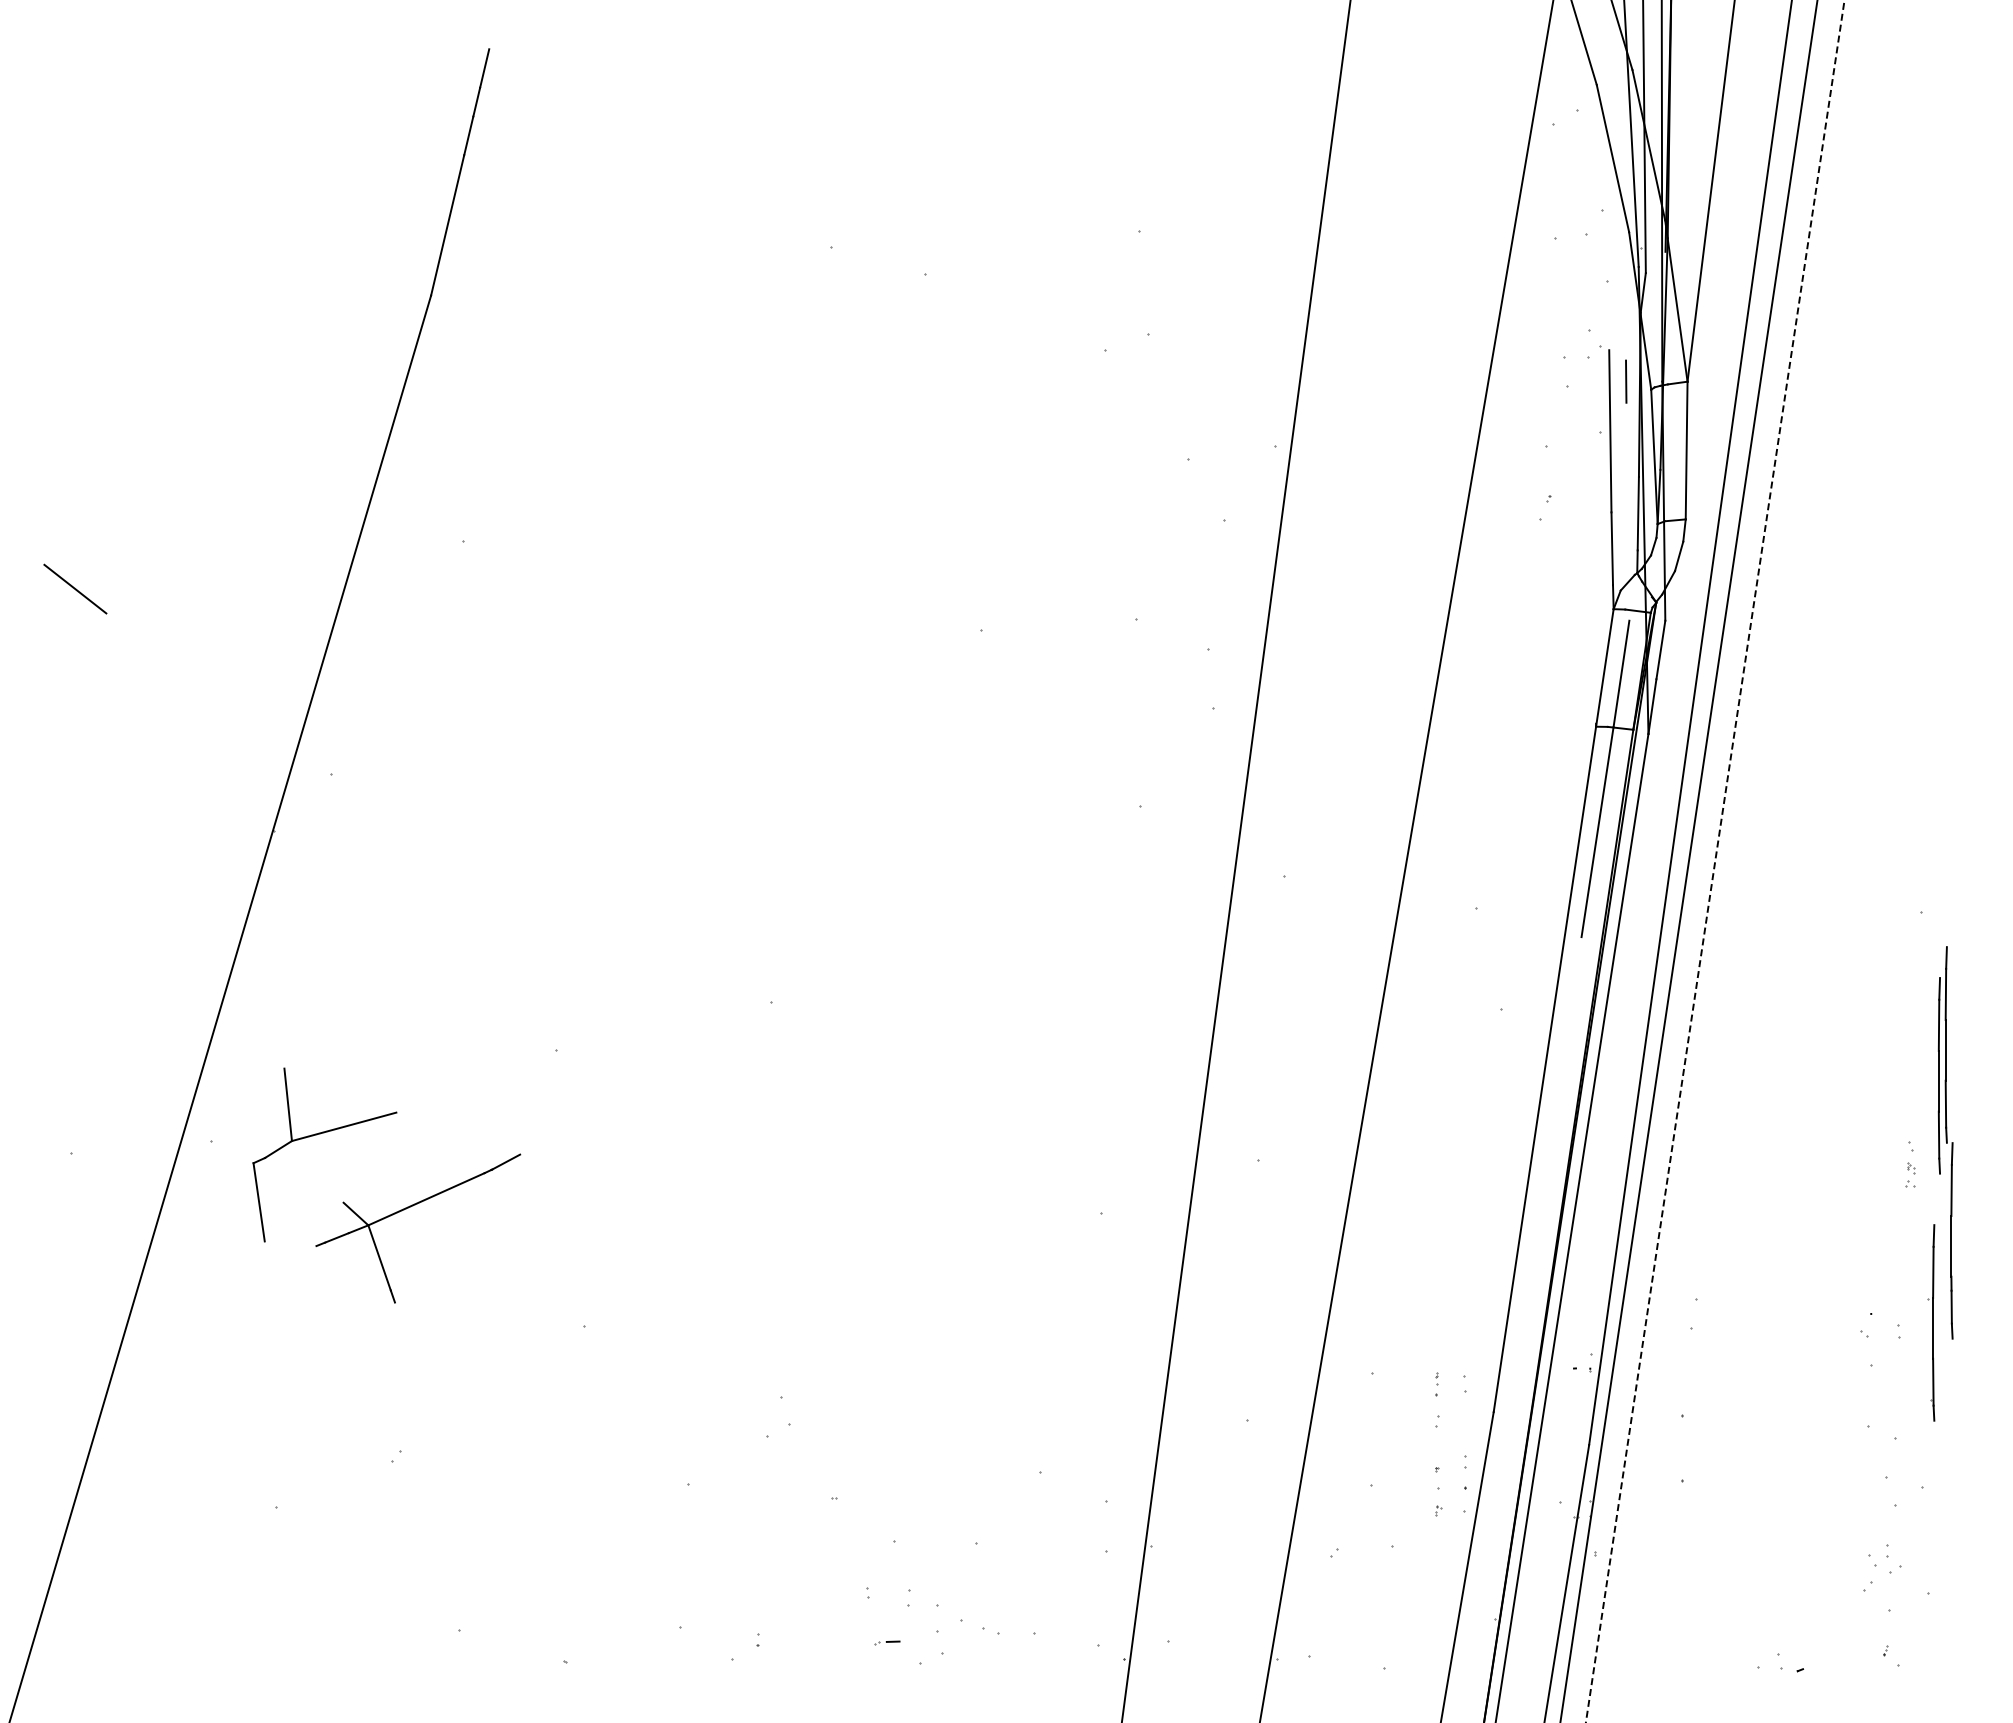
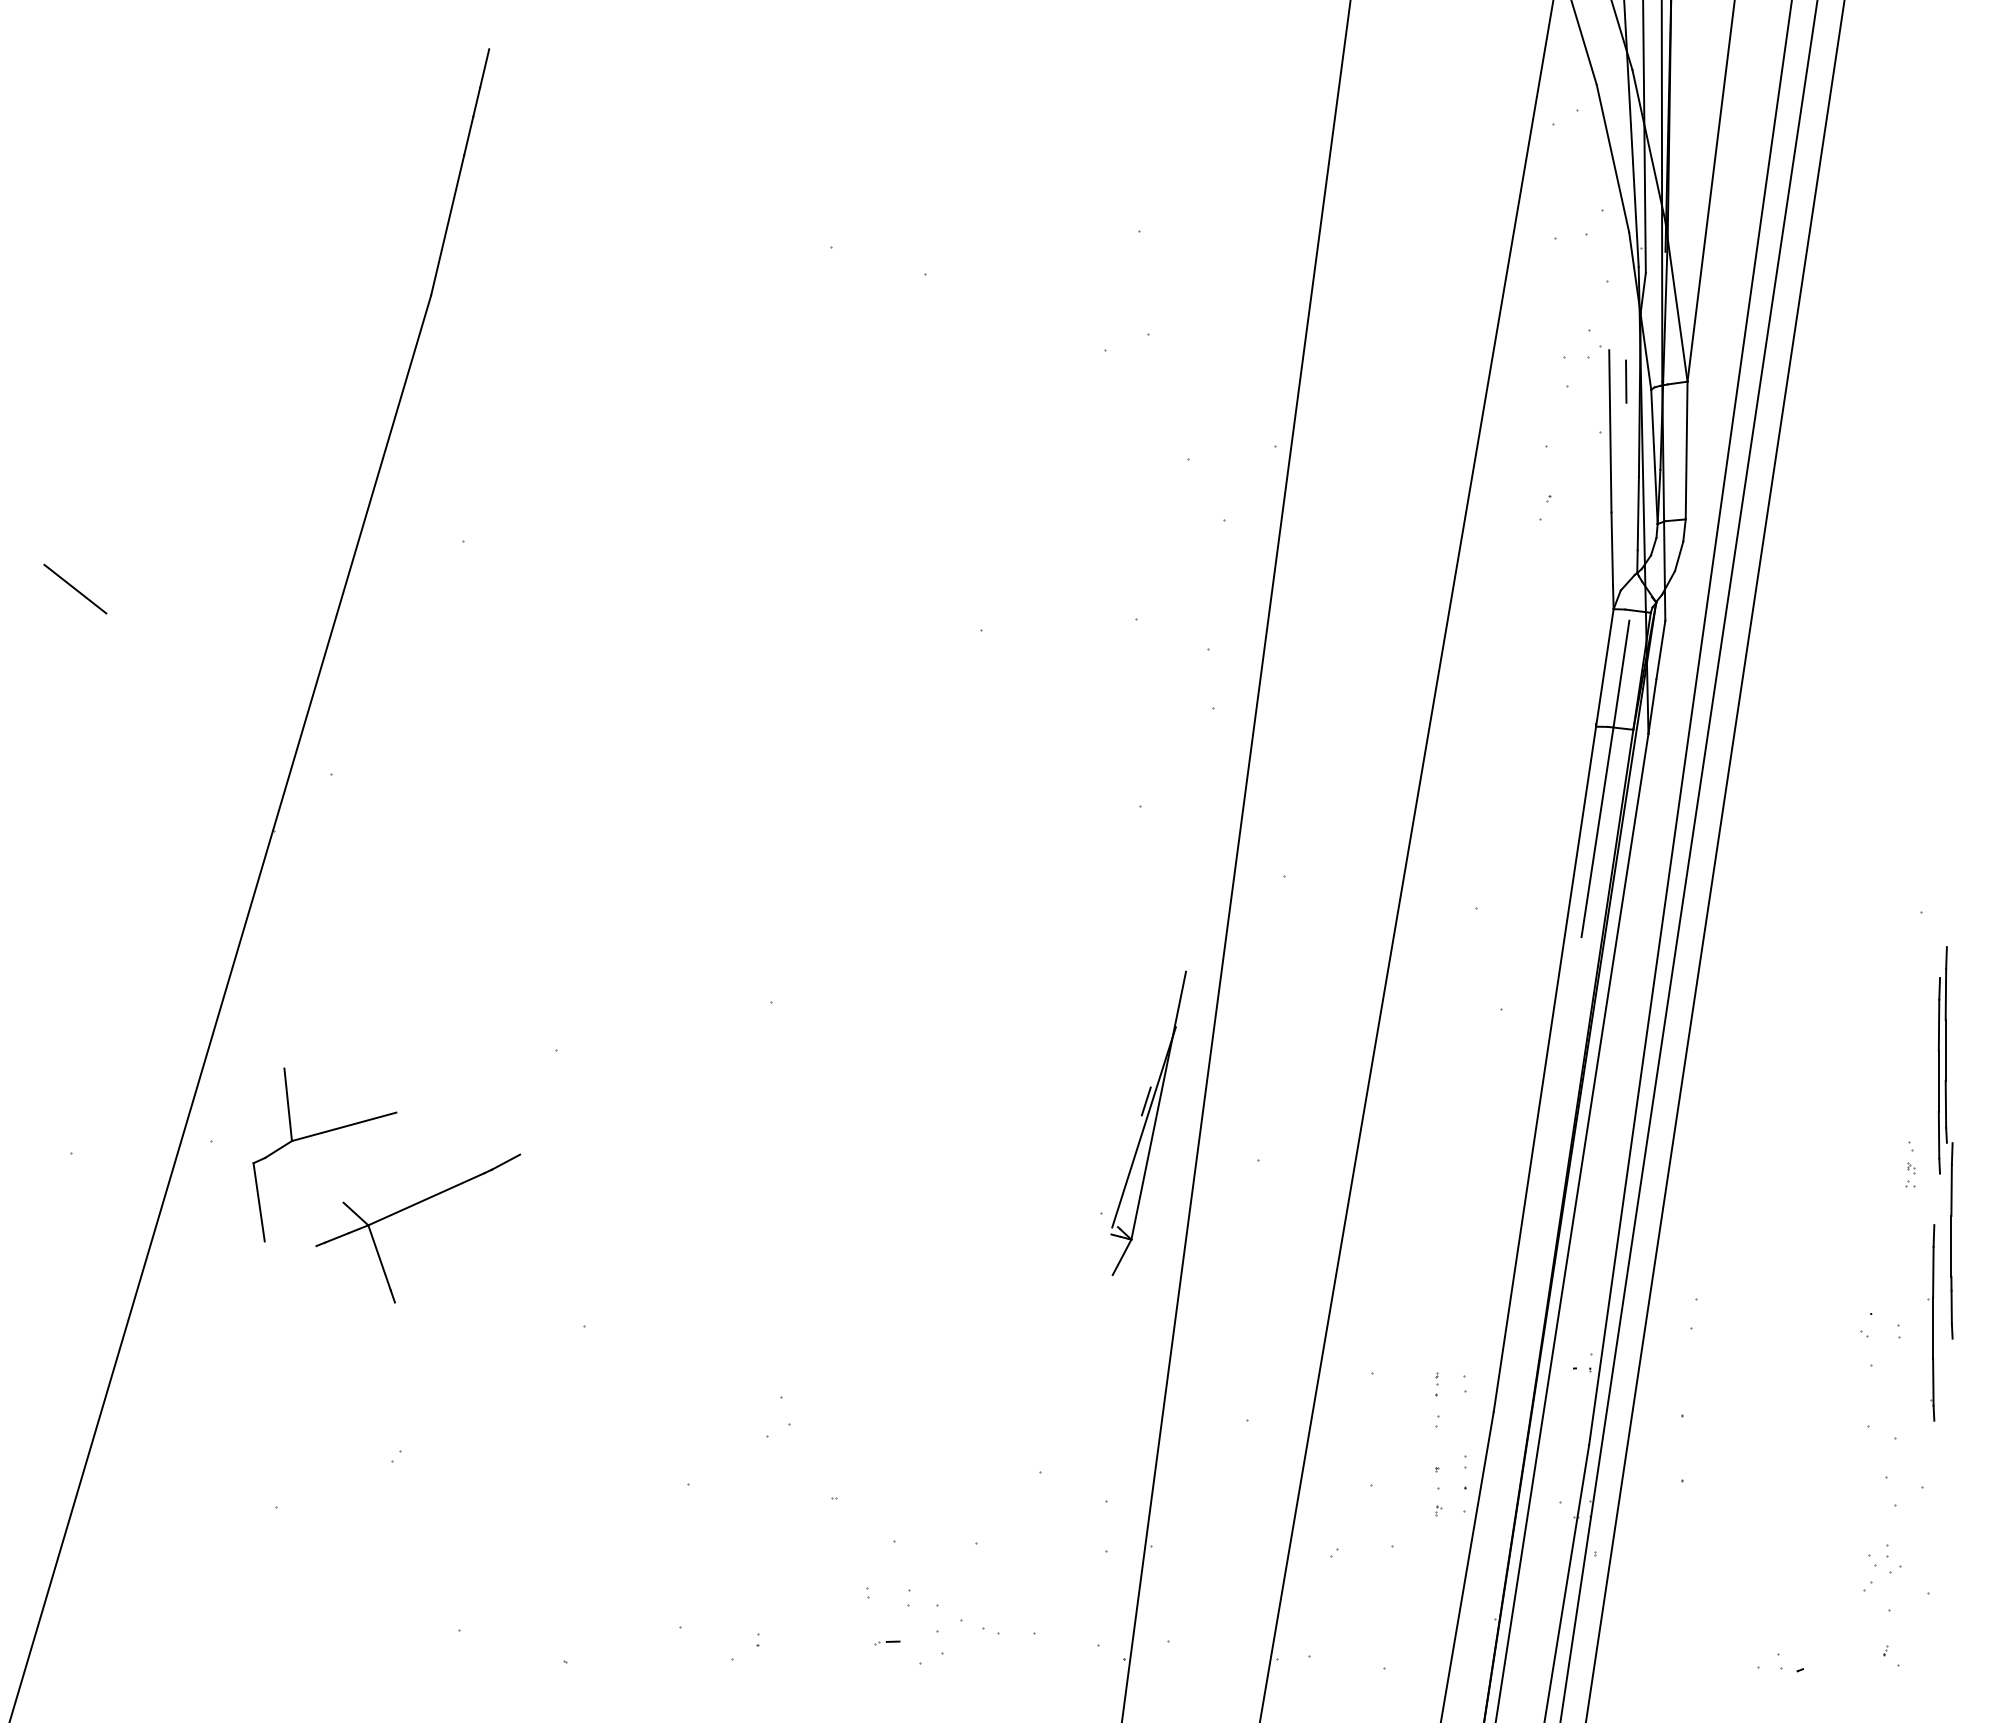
line at (1715, 861): dashed -> solid
part at (1148, 1122): none -> present
